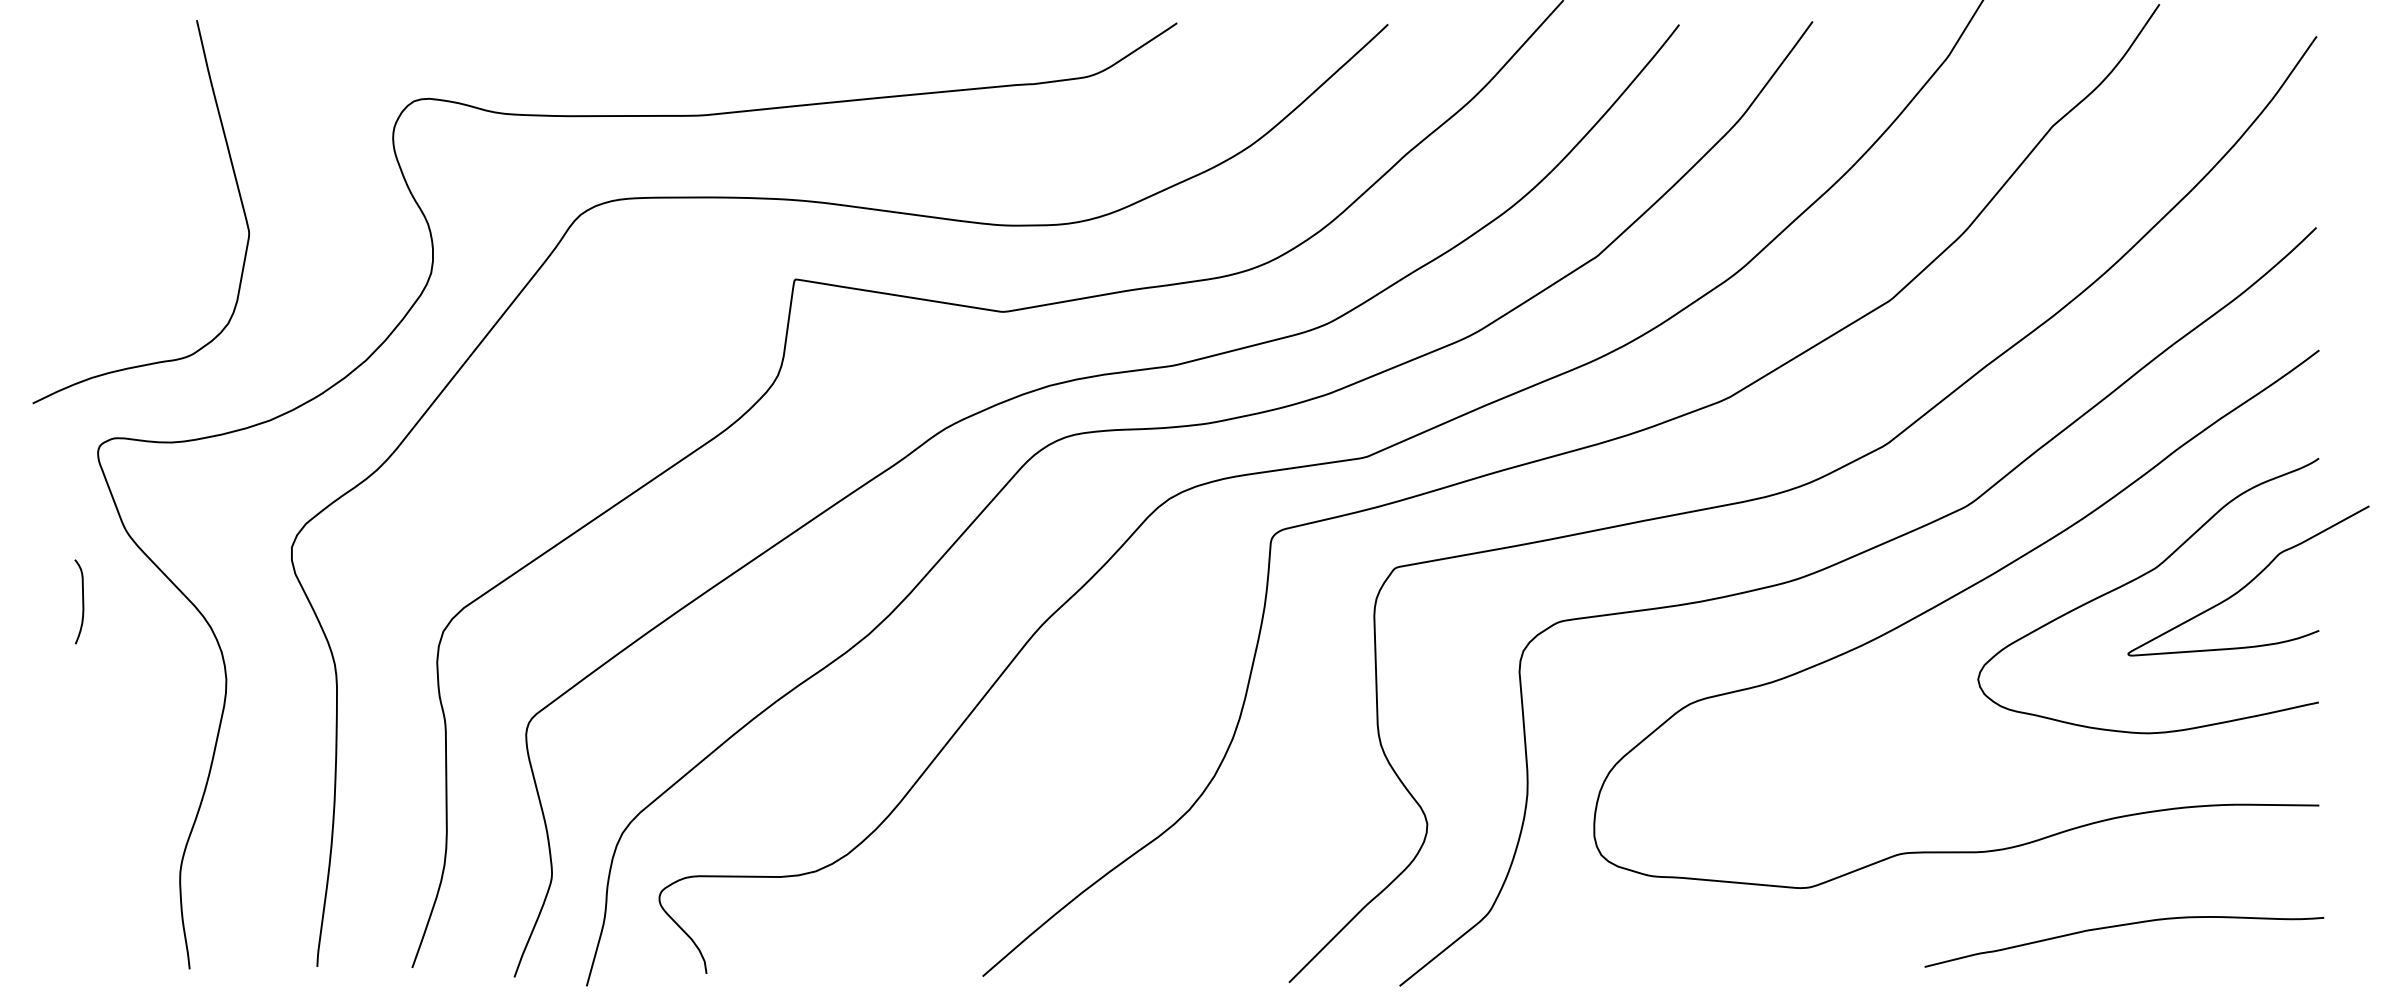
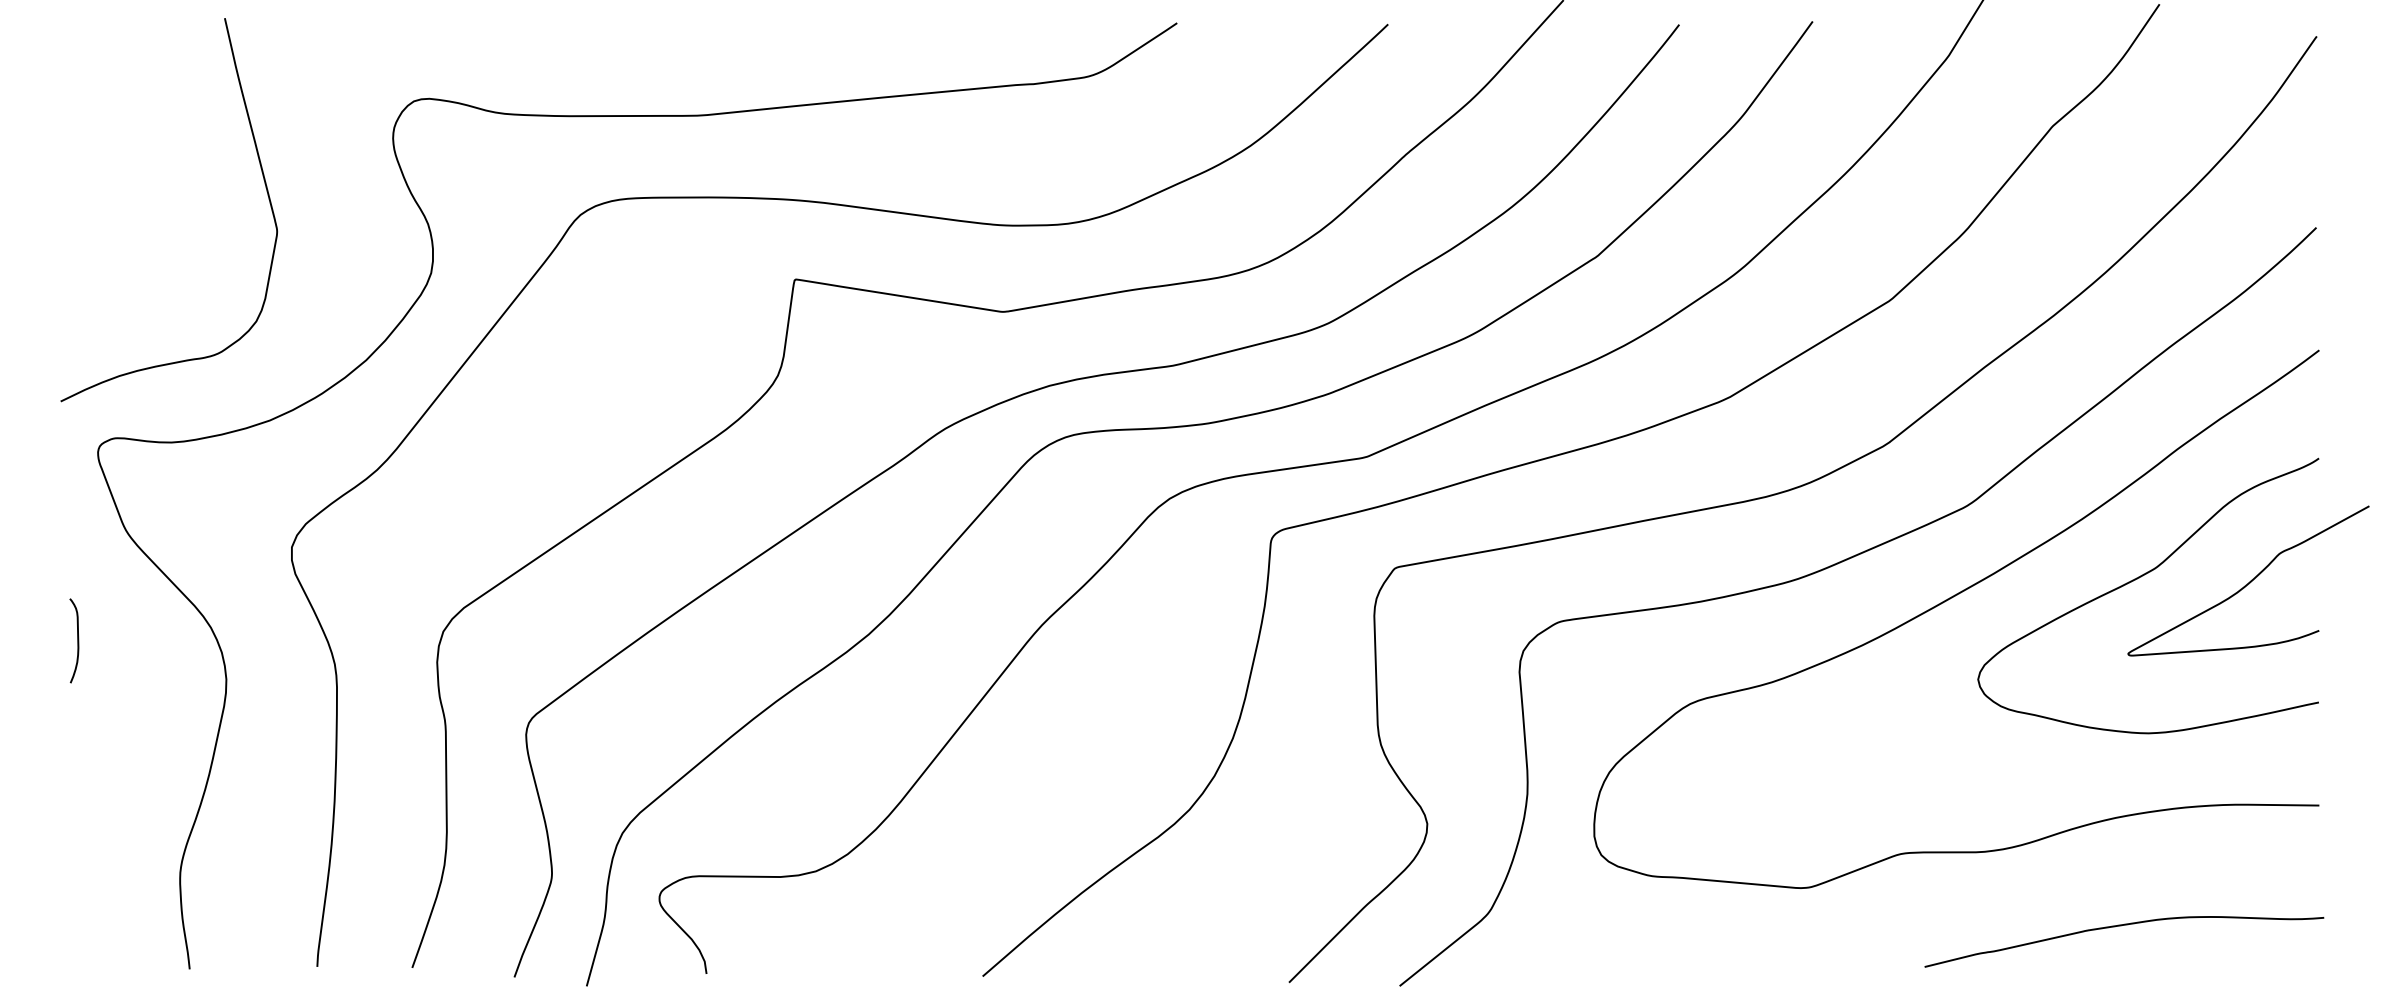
curve at (236, 186) position: (236, 186) -> (264, 184)
curve at (82, 601) position: (82, 601) -> (77, 640)
